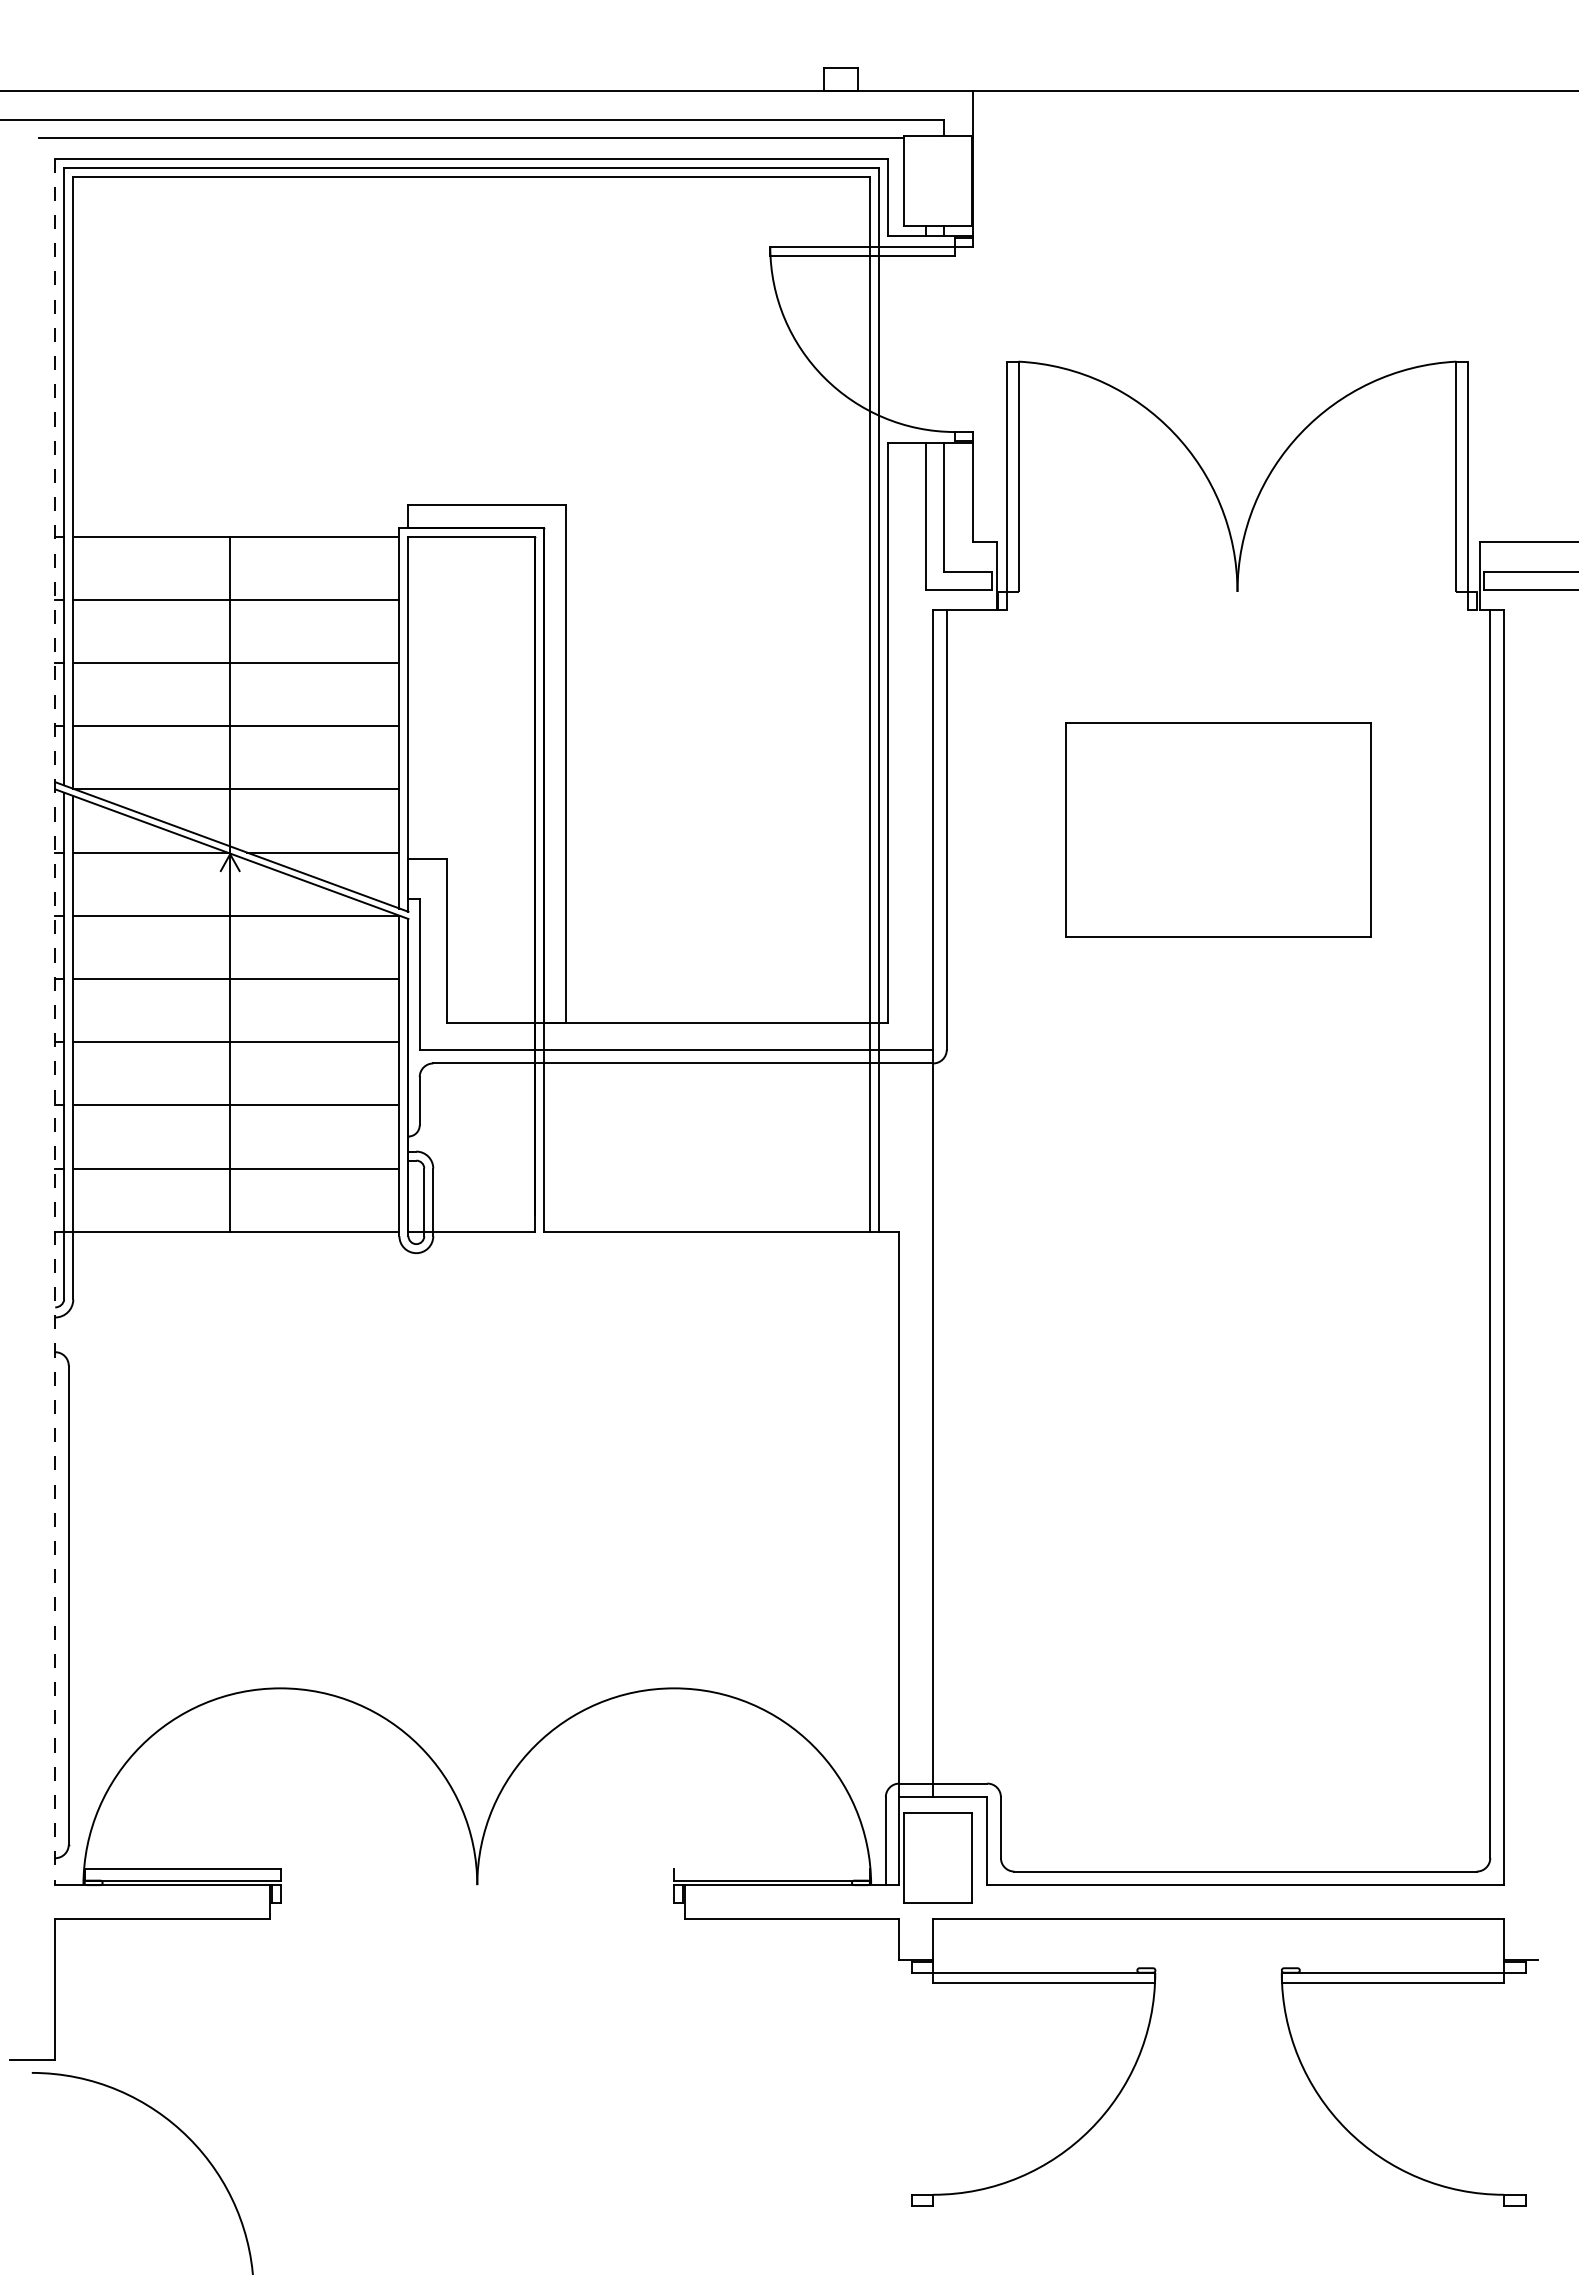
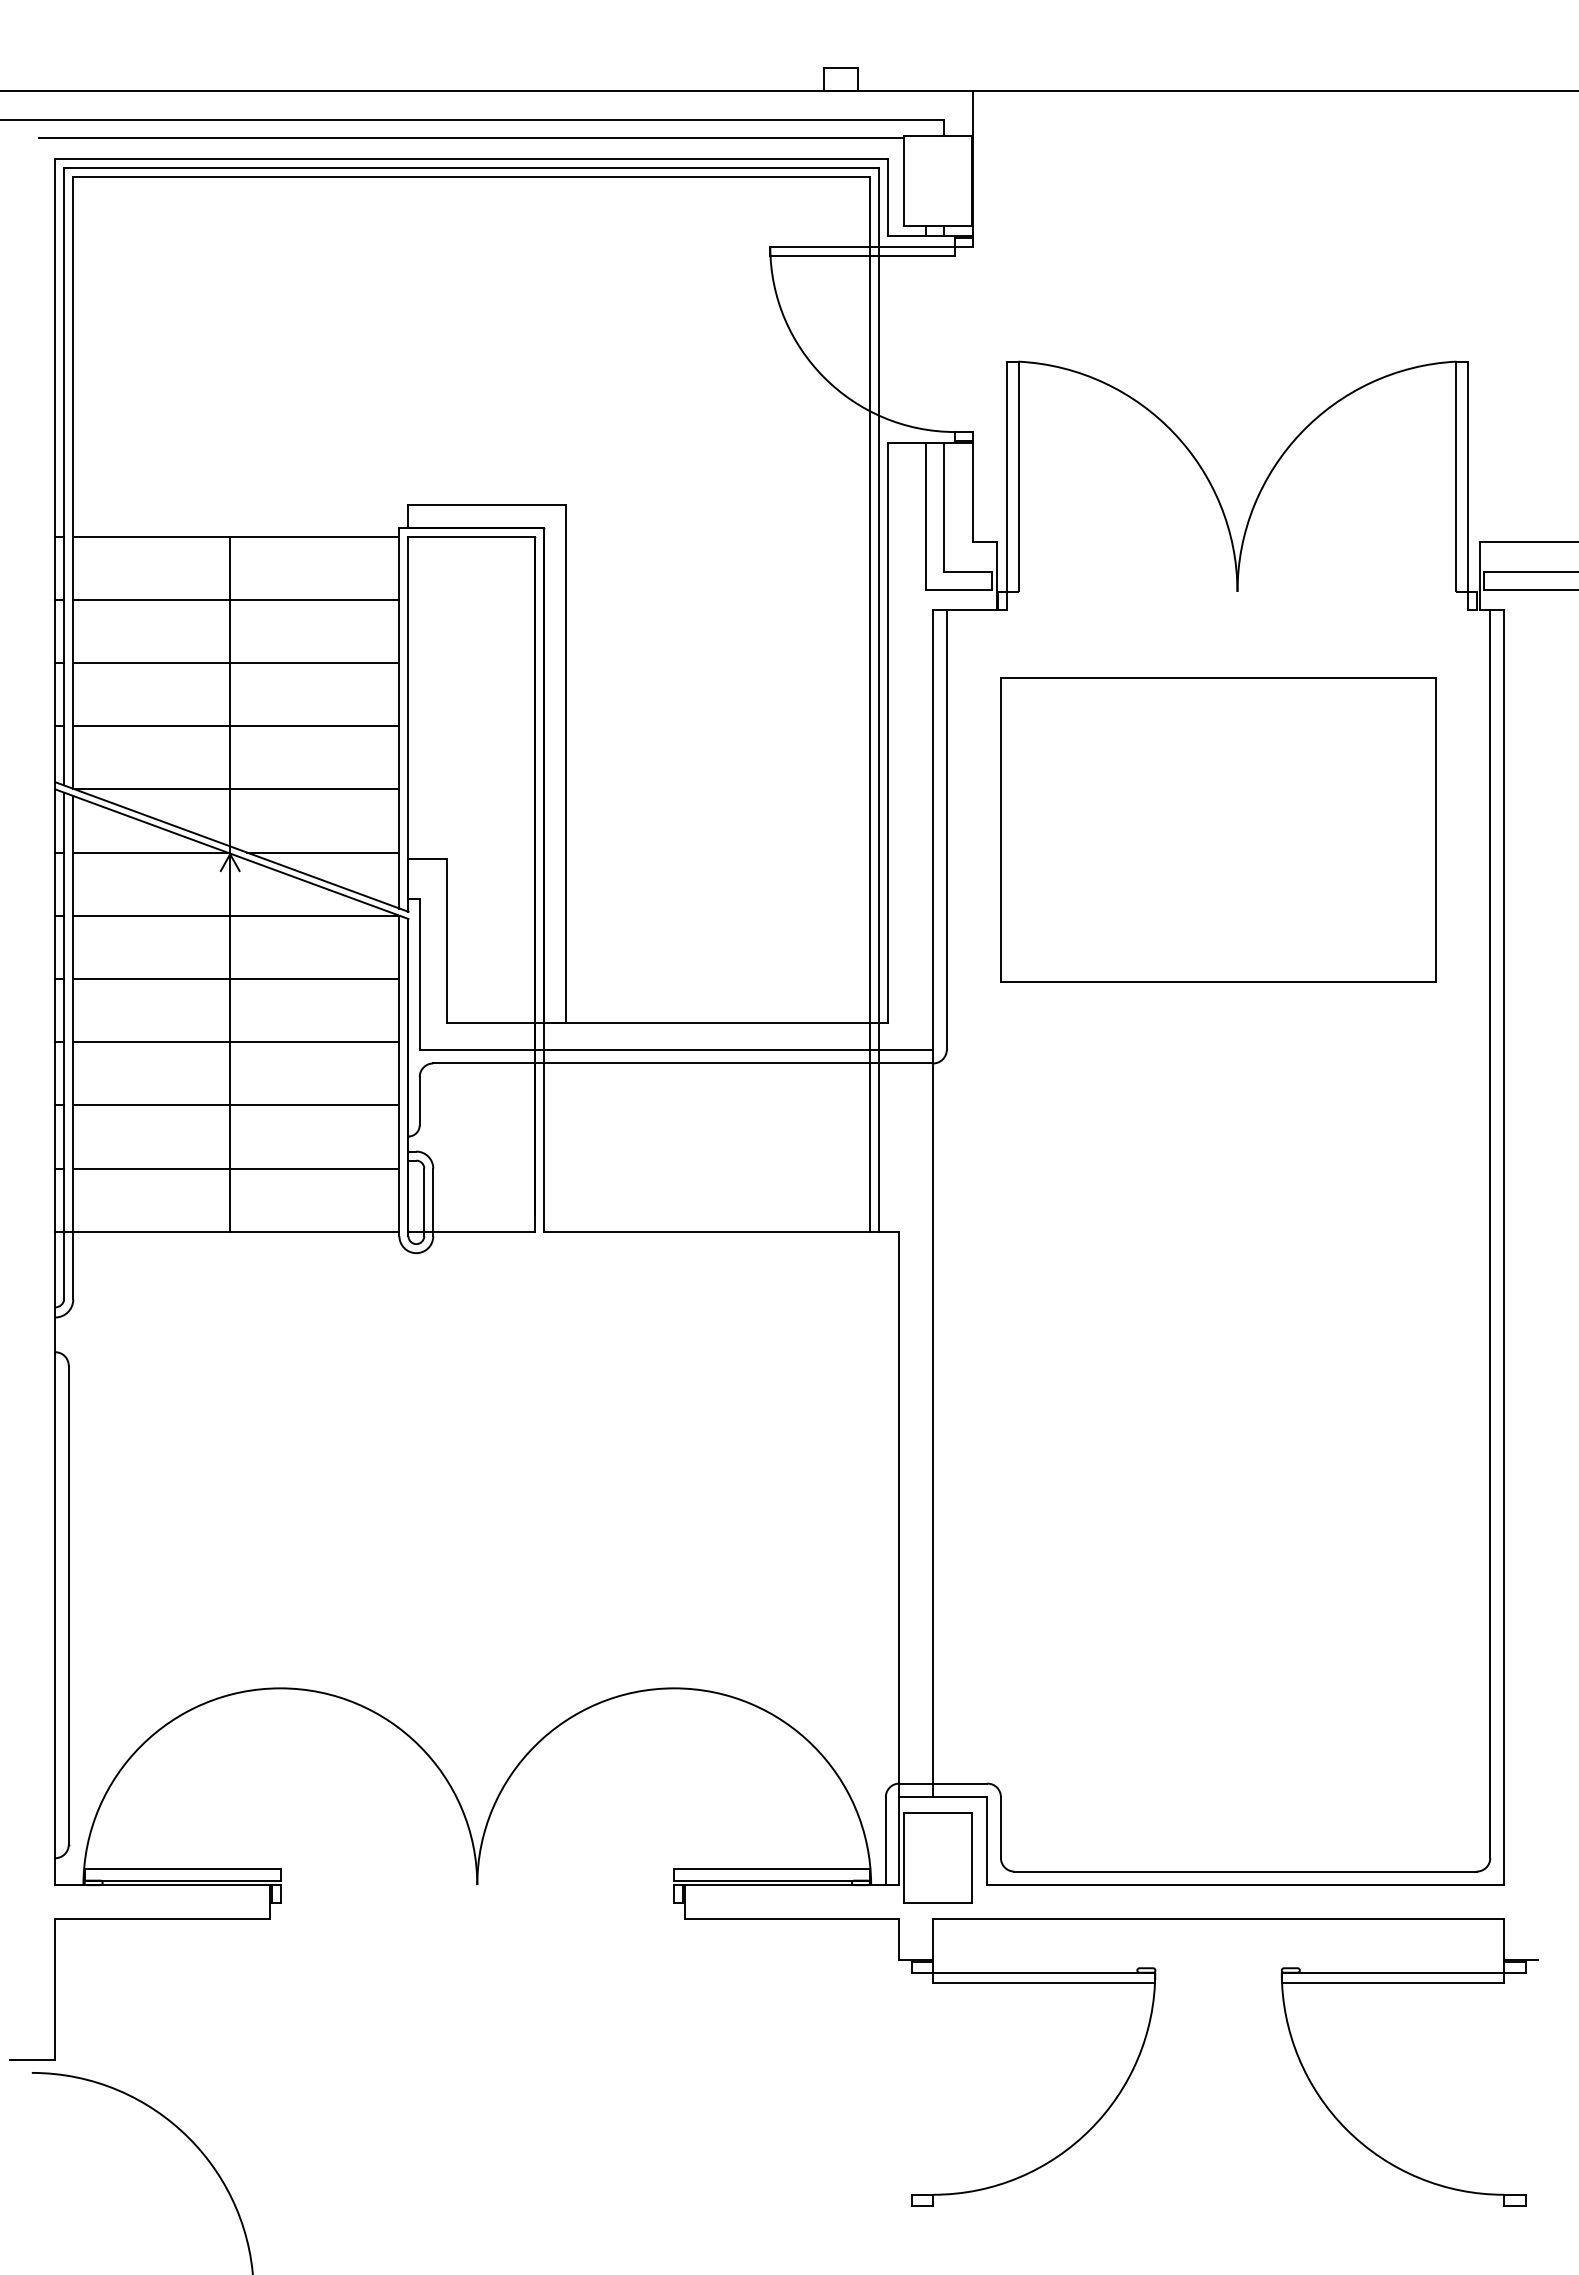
part at (1218, 829) size: 307x216 px -> 437x306 px
line at (55, 1022): dashed -> solid
line at (771, 1869): none -> present
